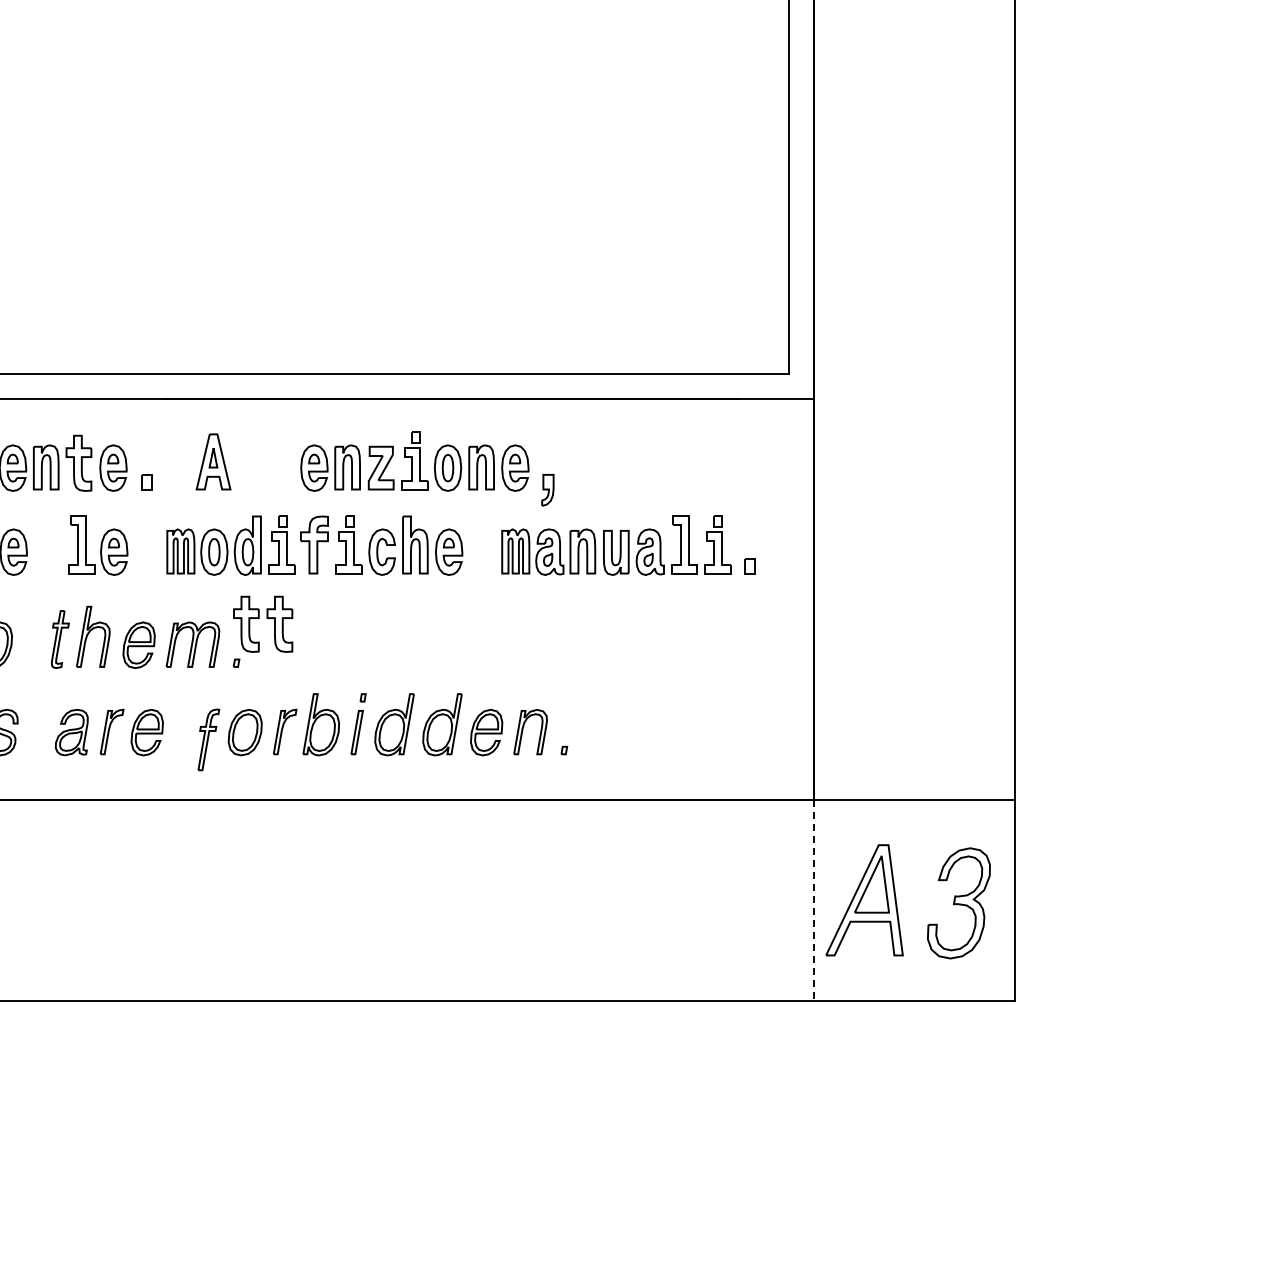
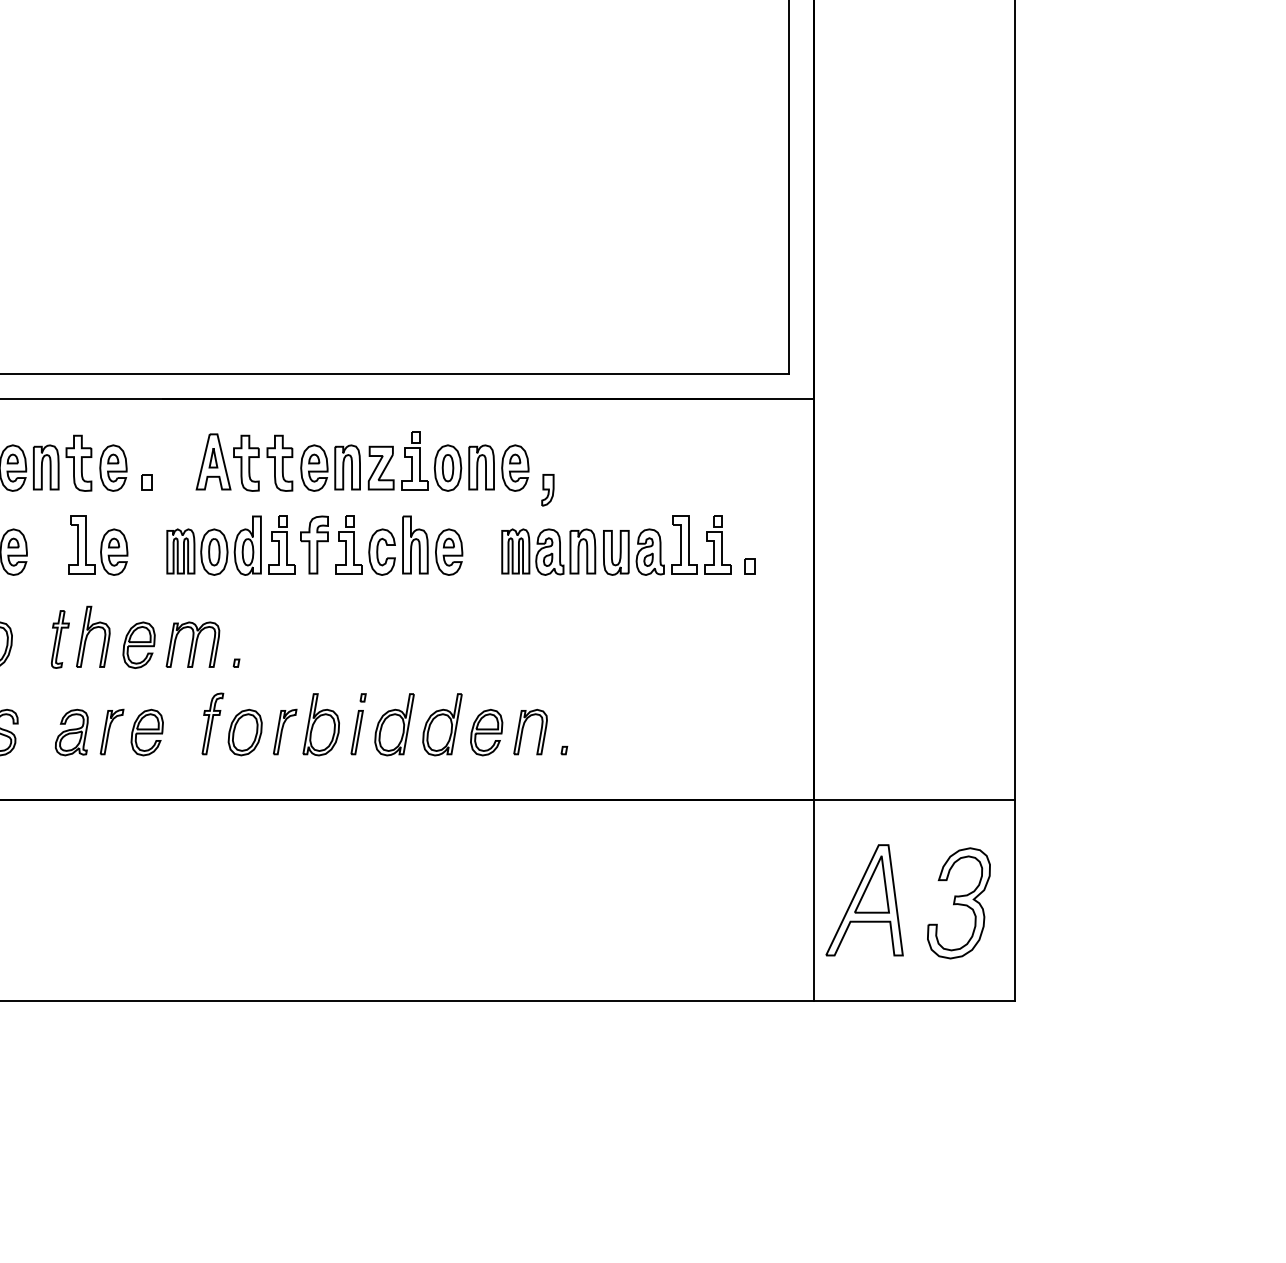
part at (263, 623) position: (263, 623) -> (263, 462)
part at (208, 739) position: (208, 739) -> (212, 723)
line at (814, 900): dashed -> solid
